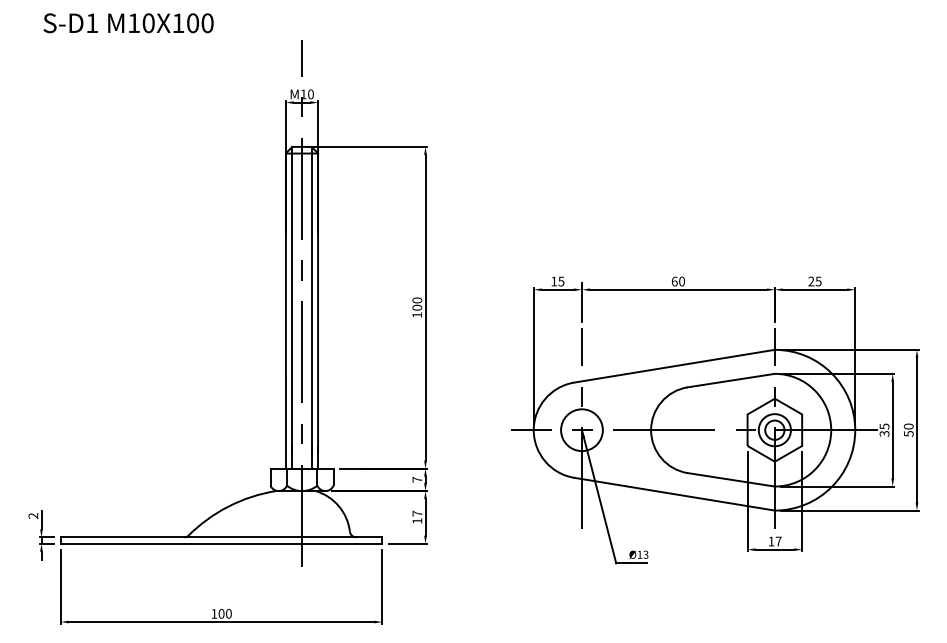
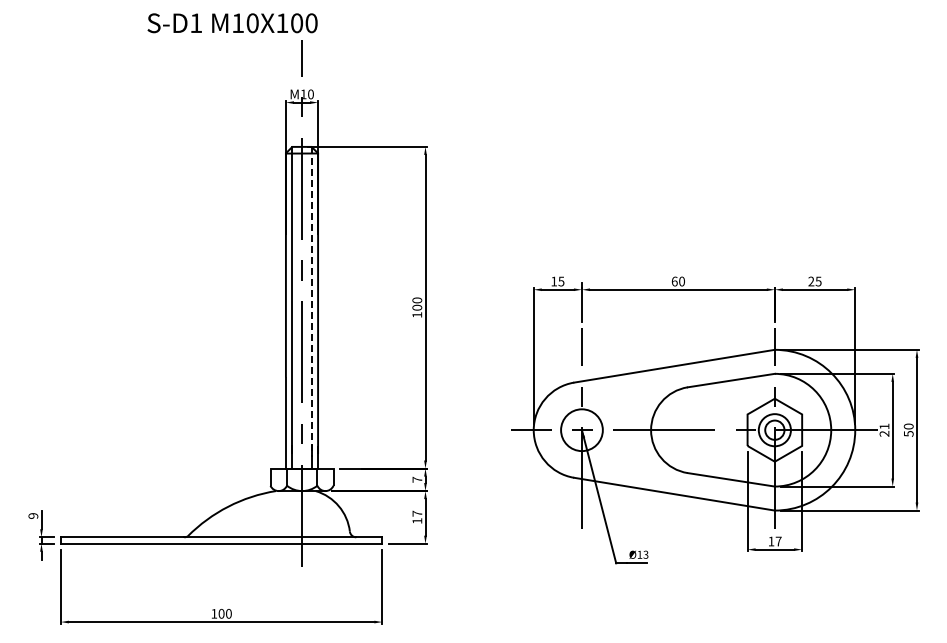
text at (128, 23) position: (128, 23) -> (232, 23)
line at (311, 302): solid -> dashed
text at (884, 429): 35 -> 21
text at (33, 515): 2 -> 9
